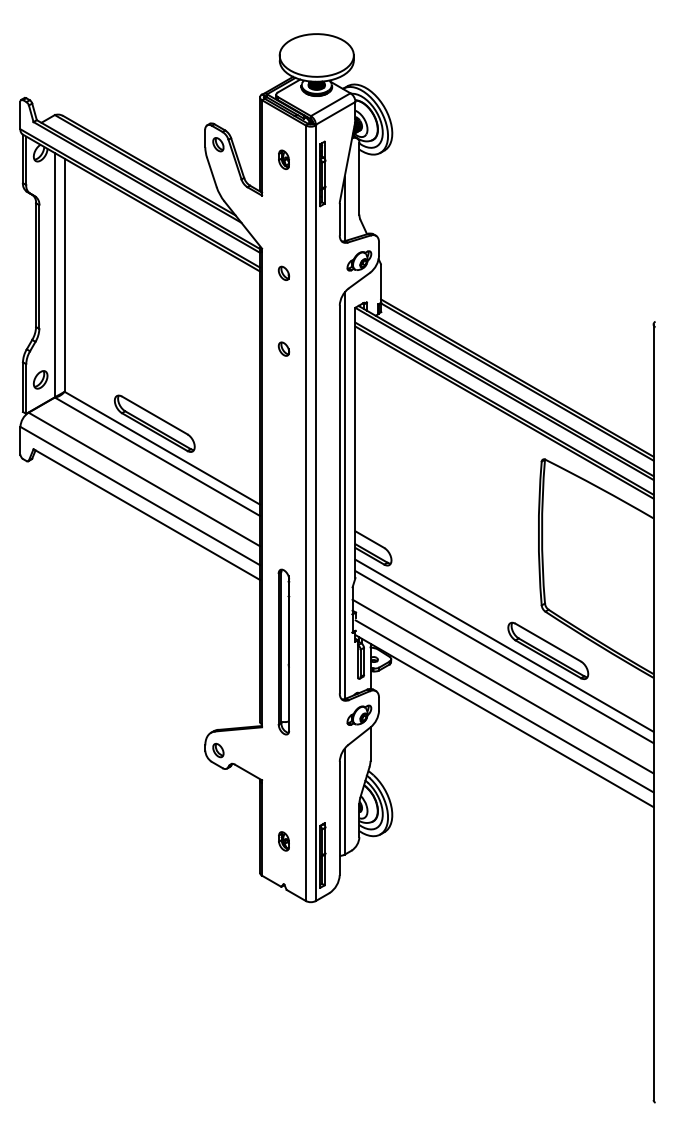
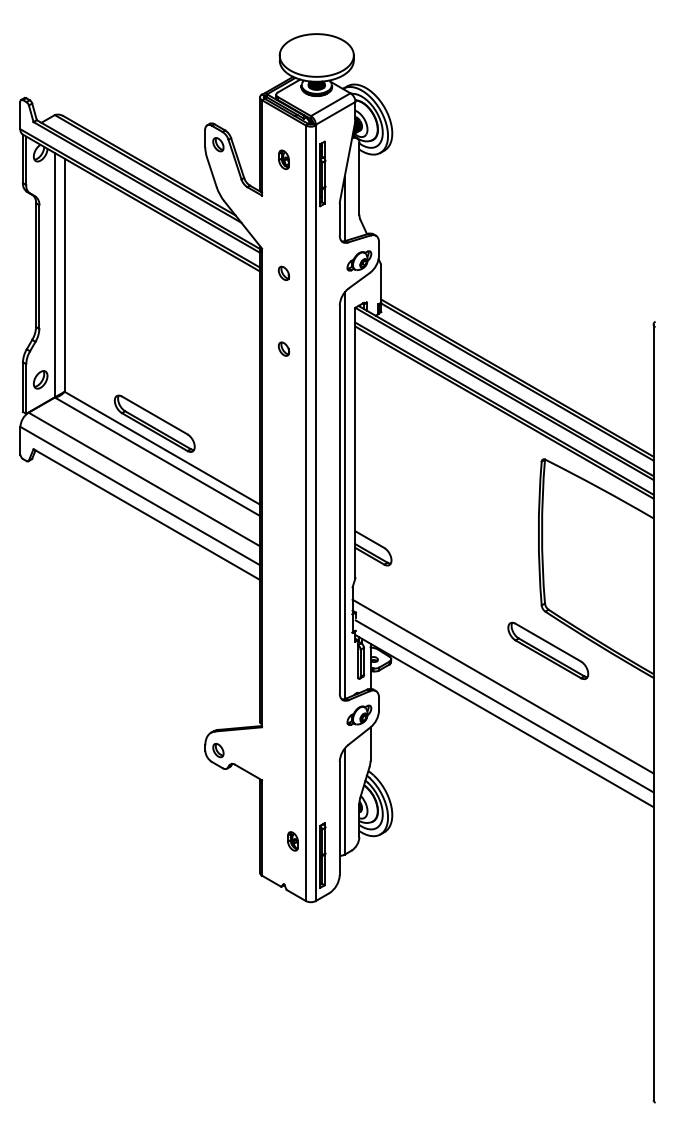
line at (504, 645): present -> none
part at (283, 651): present -> none
line at (504, 657): present -> none
part at (283, 841) position: (283, 841) -> (292, 841)
